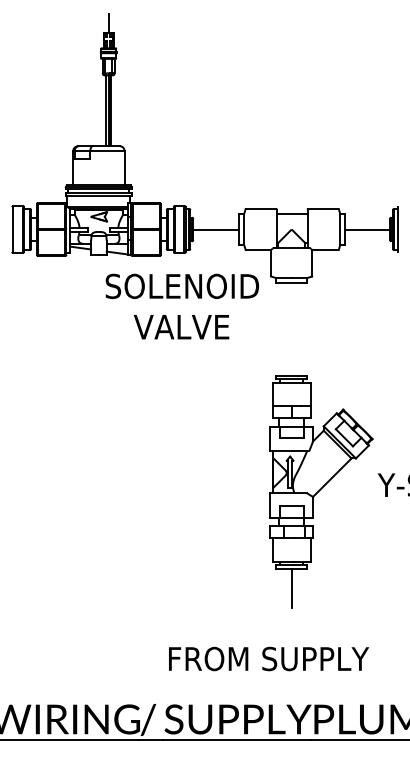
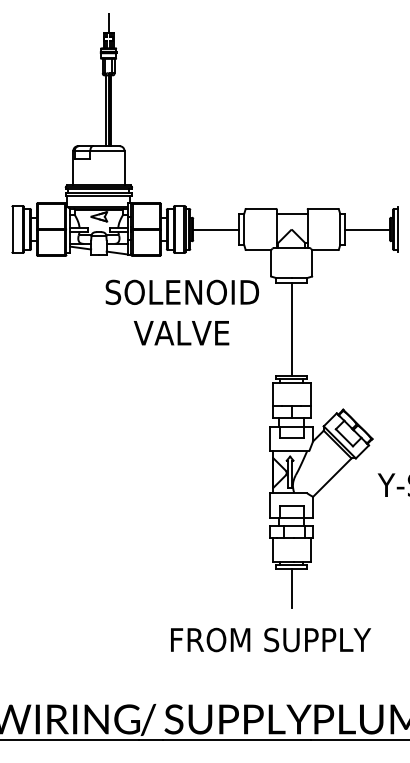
text at (181, 306) position: (181, 306) -> (181, 312)
line at (291, 329): none -> present
text at (268, 658) position: (268, 658) -> (270, 639)
